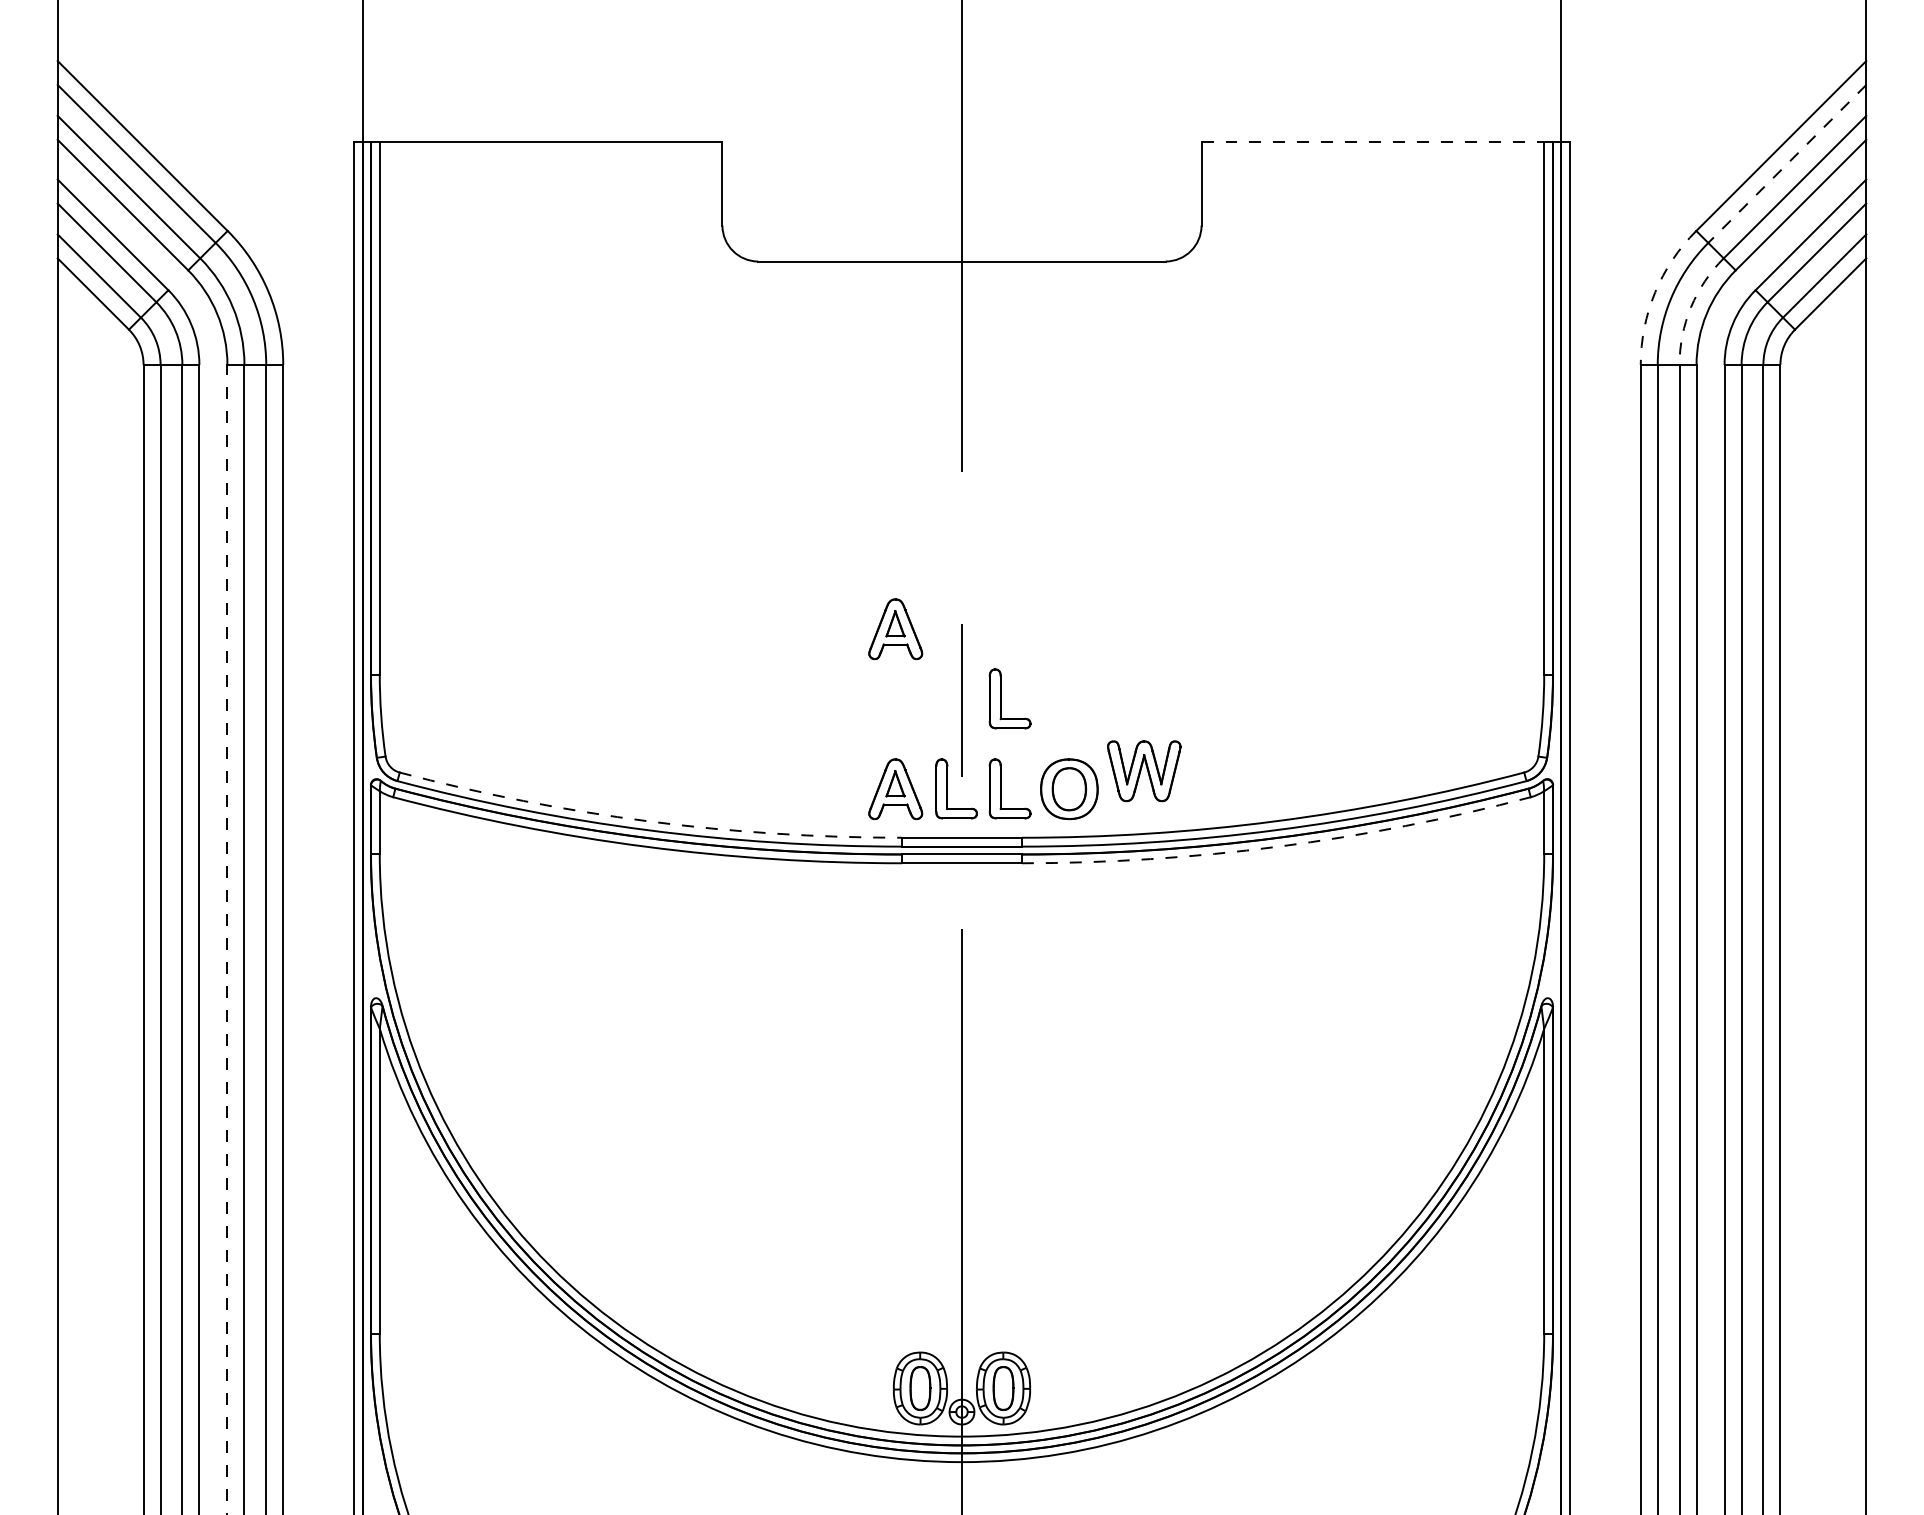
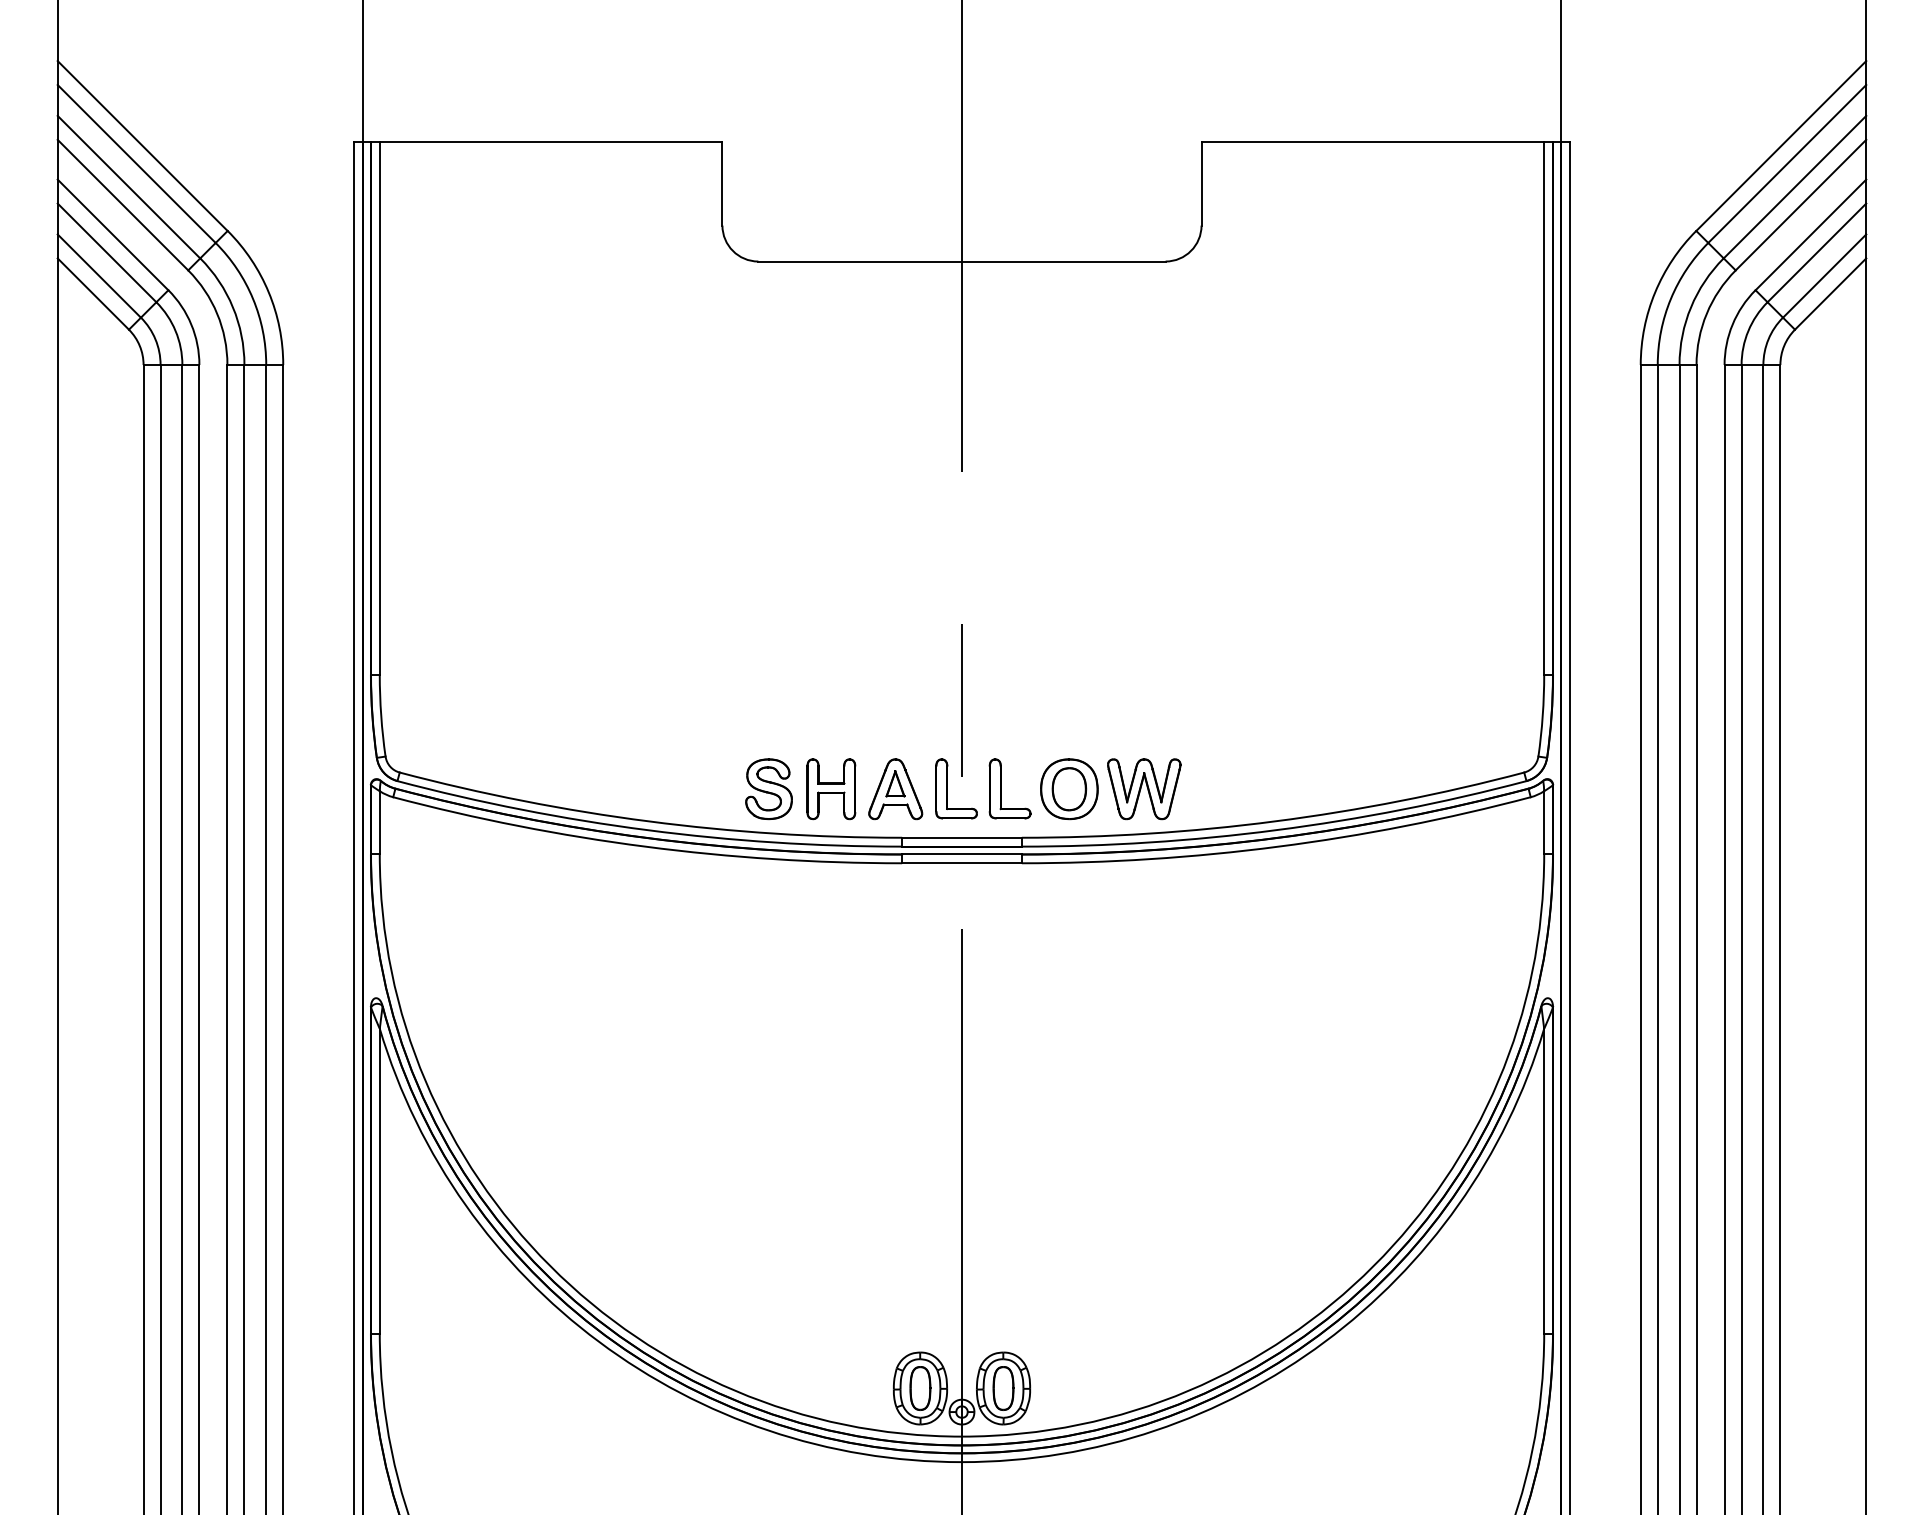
line at (1373, 141): dashed -> solid
line at (1787, 163): dashed -> solid
arc at (1655, 292): dashed -> solid
arc at (1691, 307): dashed -> solid
part at (895, 629): present -> none
part at (1001, 698): present -> none
part at (1144, 771) position: (1144, 771) -> (1144, 789)
part at (768, 789): none -> present
part at (831, 789): none -> present
arc at (648, 821): dashed -> solid
arc at (1278, 846): dashed -> solid
line at (227, 939): dashed -> solid
